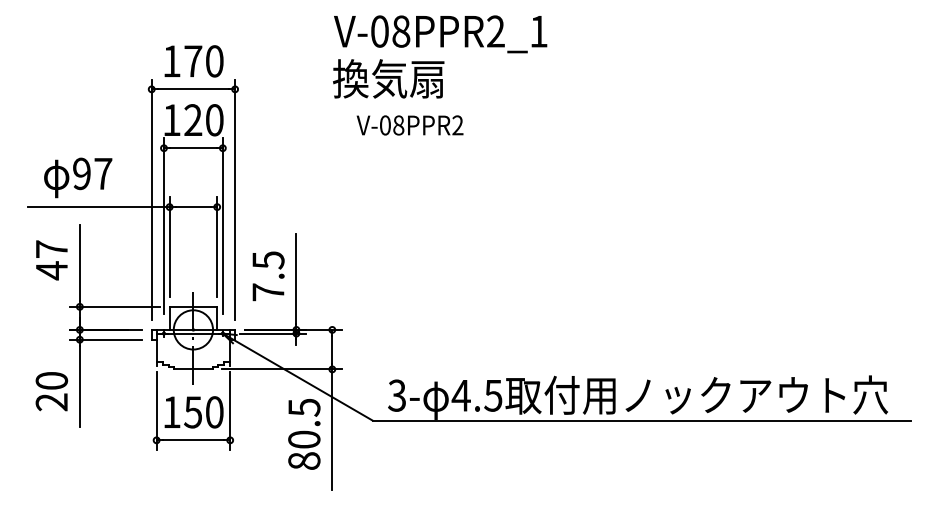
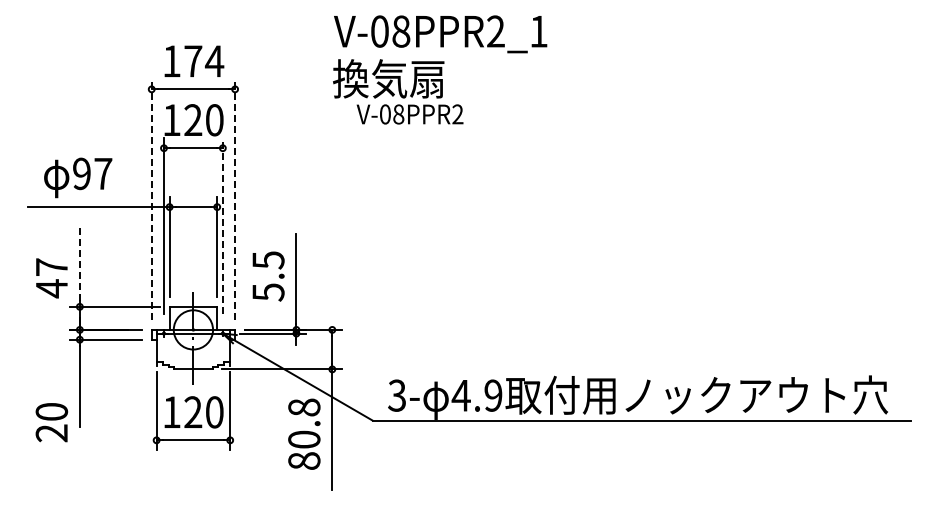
text at (214, 61): 170 -> 174
text at (409, 125) position: (409, 125) -> (409, 114)
line at (151, 199): solid -> dashed
line at (235, 199): solid -> dashed
line at (222, 226): solid -> dashed
text at (51, 260) position: (51, 260) -> (51, 278)
line at (79, 262): solid -> dashed
text at (268, 292): 7.5 -> 5.5
text at (51, 391) position: (51, 391) -> (51, 422)
text at (493, 395): 4.5 -> 4.9
text at (304, 407): 80.5 -> 80.8
text at (193, 412): 150 -> 120
